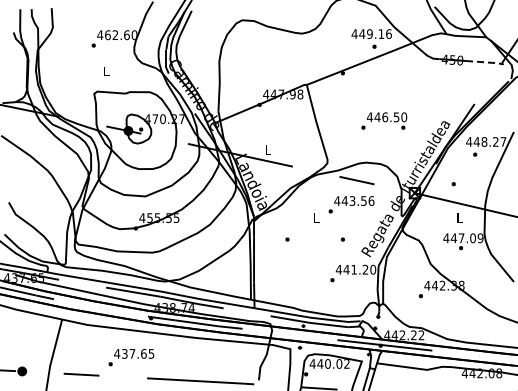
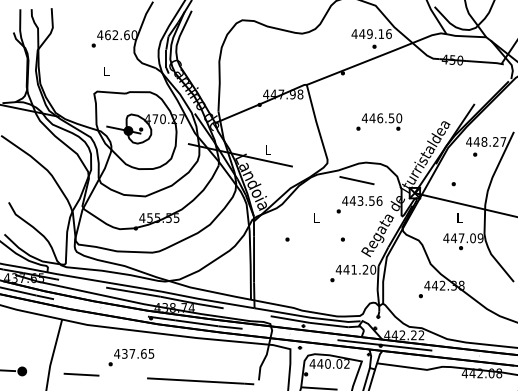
line at (486, 62): dashed -> solid
text at (384, 120) position: (384, 120) -> (379, 121)
text at (351, 204) position: (351, 204) -> (359, 204)
